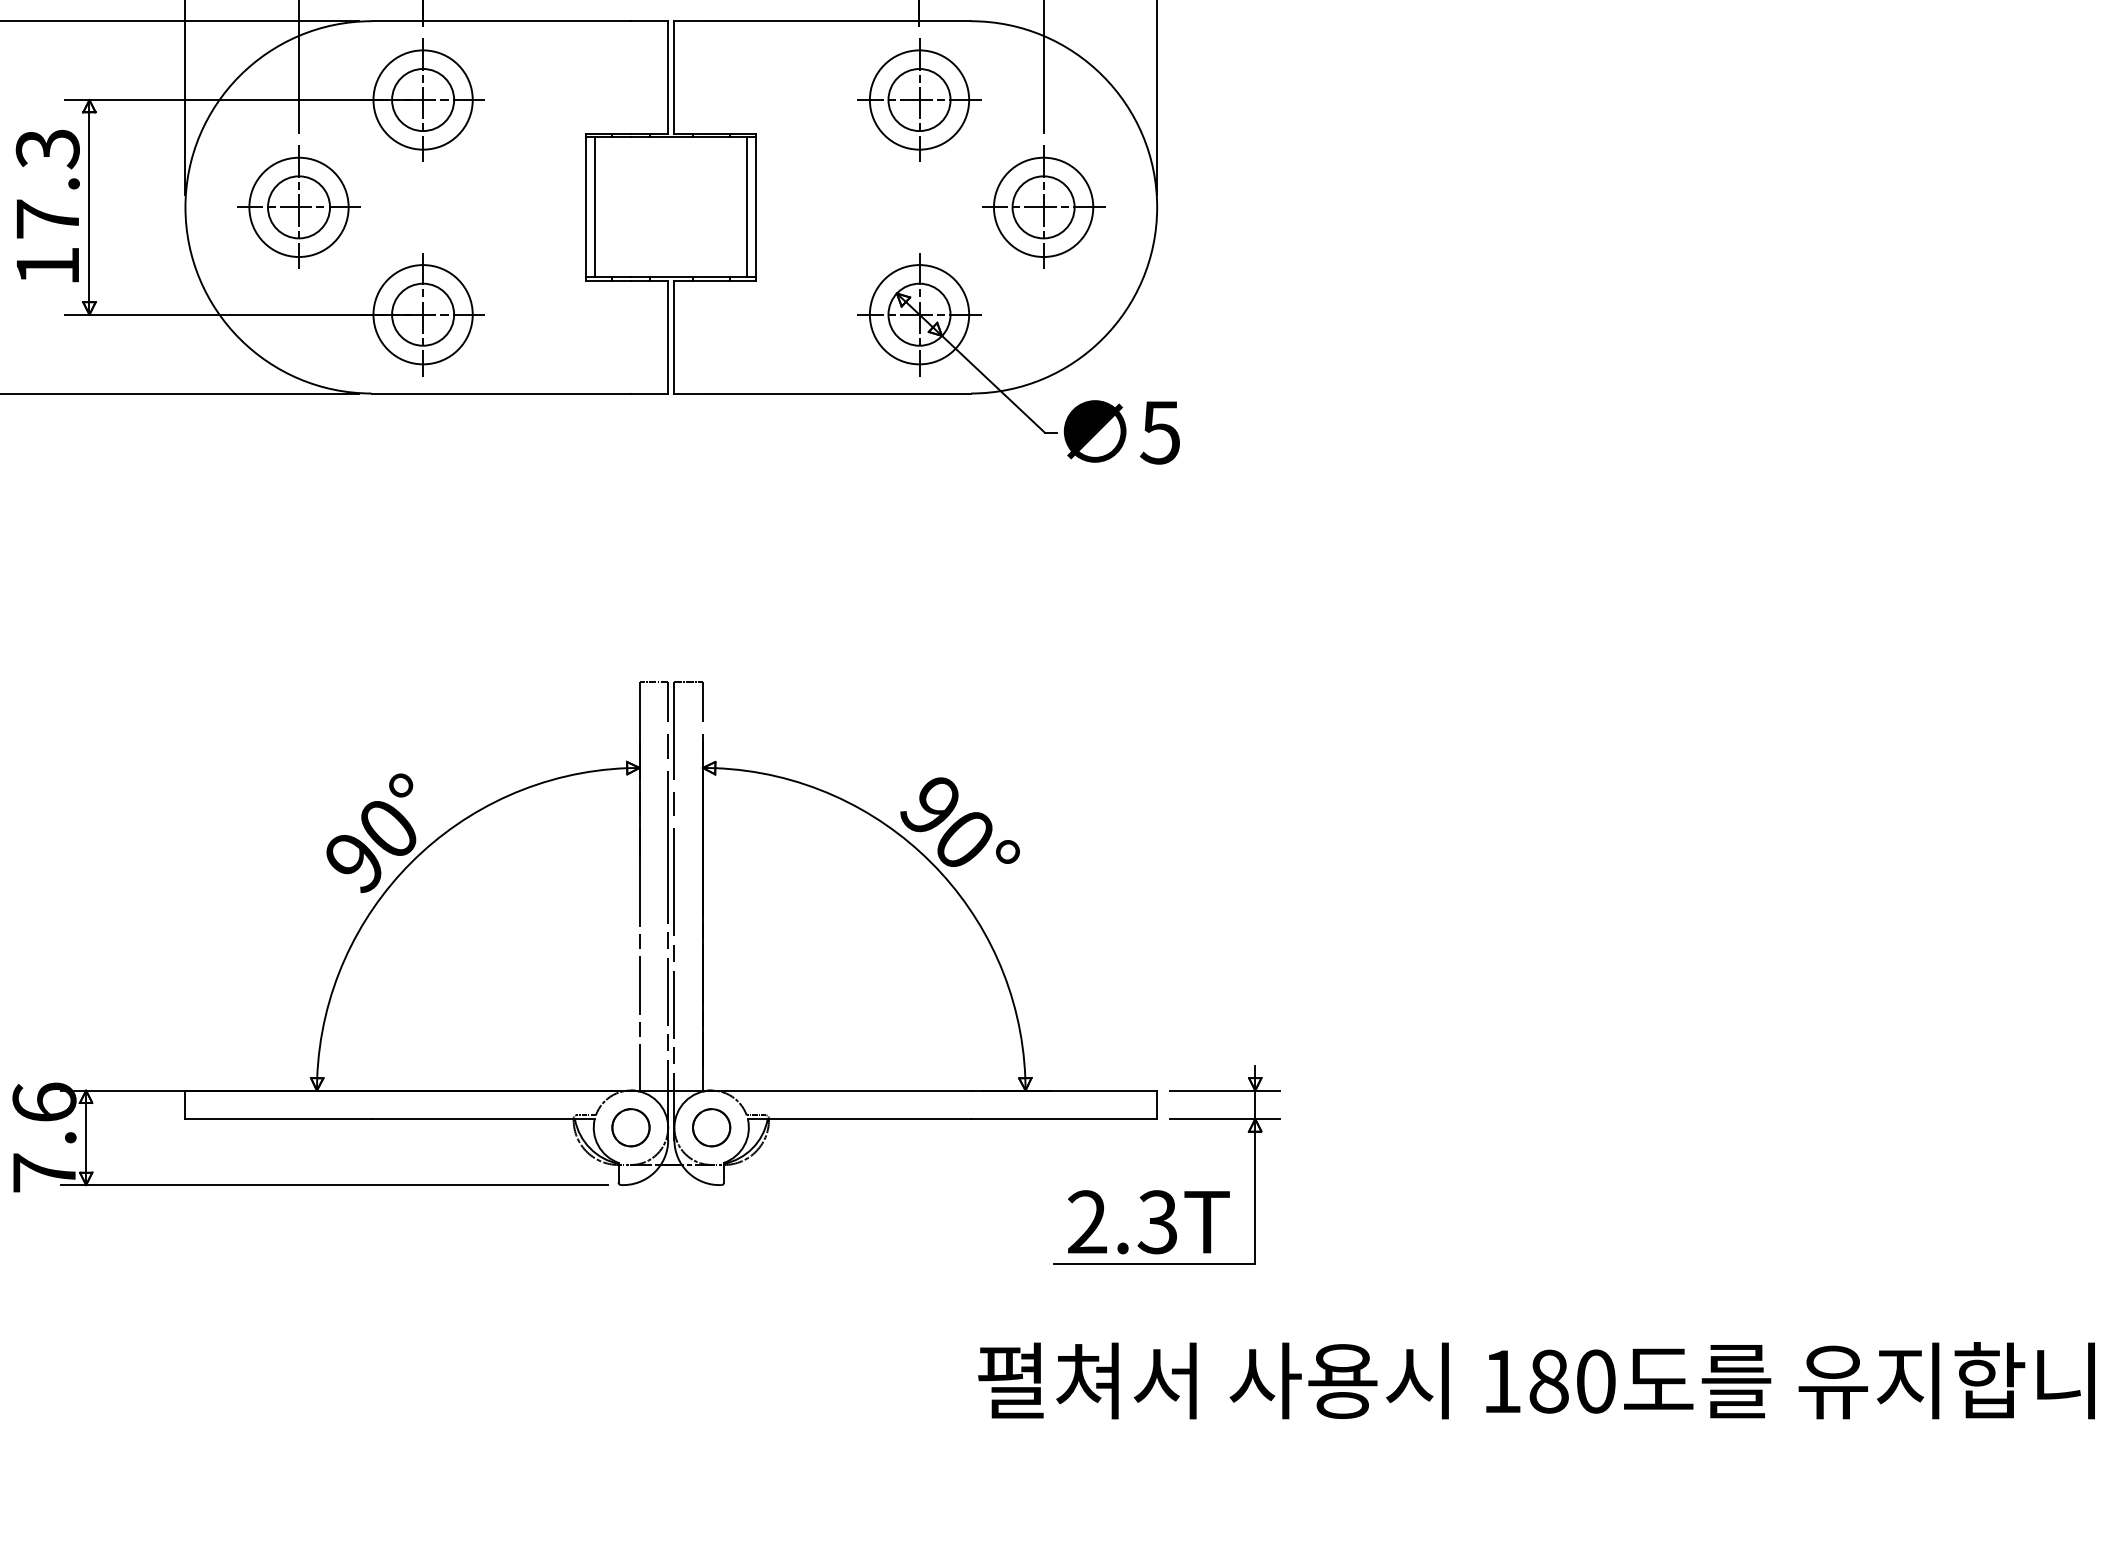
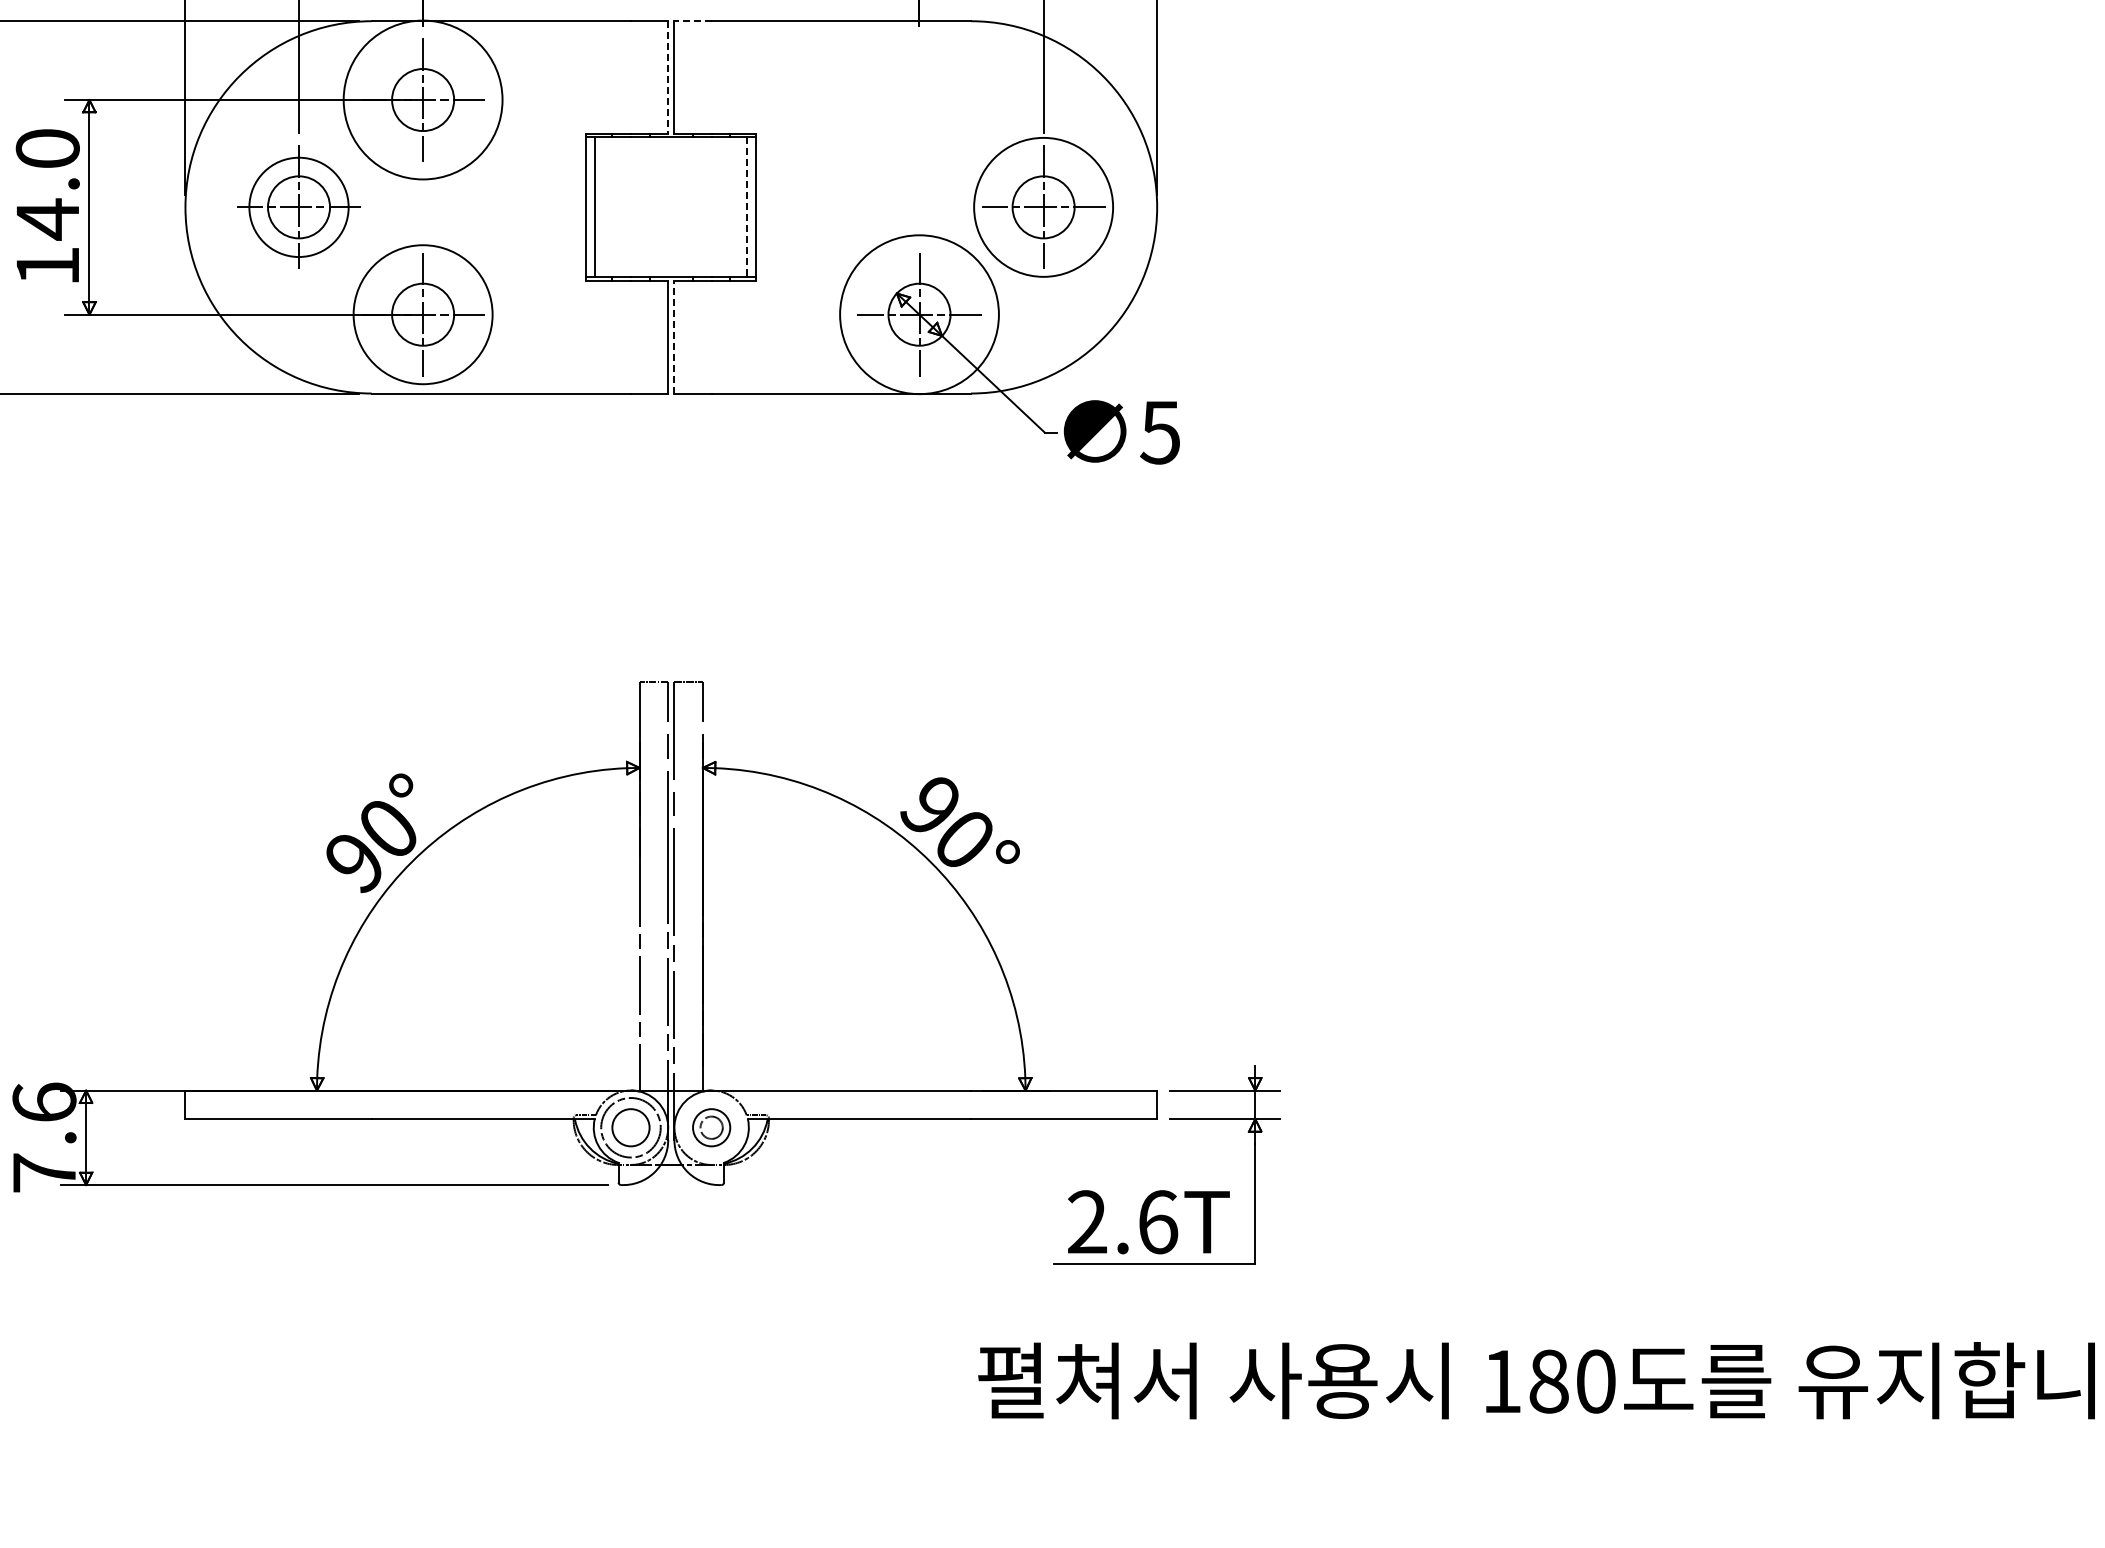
line at (693, 21): solid -> dashed
line at (668, 78): solid -> dashed
circle at (422, 99) diameter: 99 px -> 159 px
part at (919, 99): present -> none
text at (47, 184): 17.3 -> 14.0
line at (747, 207): solid -> dashed
circle at (1043, 207) diameter: 99 px -> 139 px
circle at (422, 314) diameter: 99 px -> 139 px
circle at (919, 314) diameter: 99 px -> 159 px
line at (674, 336): solid -> dashed
circle at (630, 1127) diameter: 37 px -> 60 px
circle at (711, 1127) diameter: 37 px -> 22 px
text at (1157, 1222): 2.3T -> 2.6T
